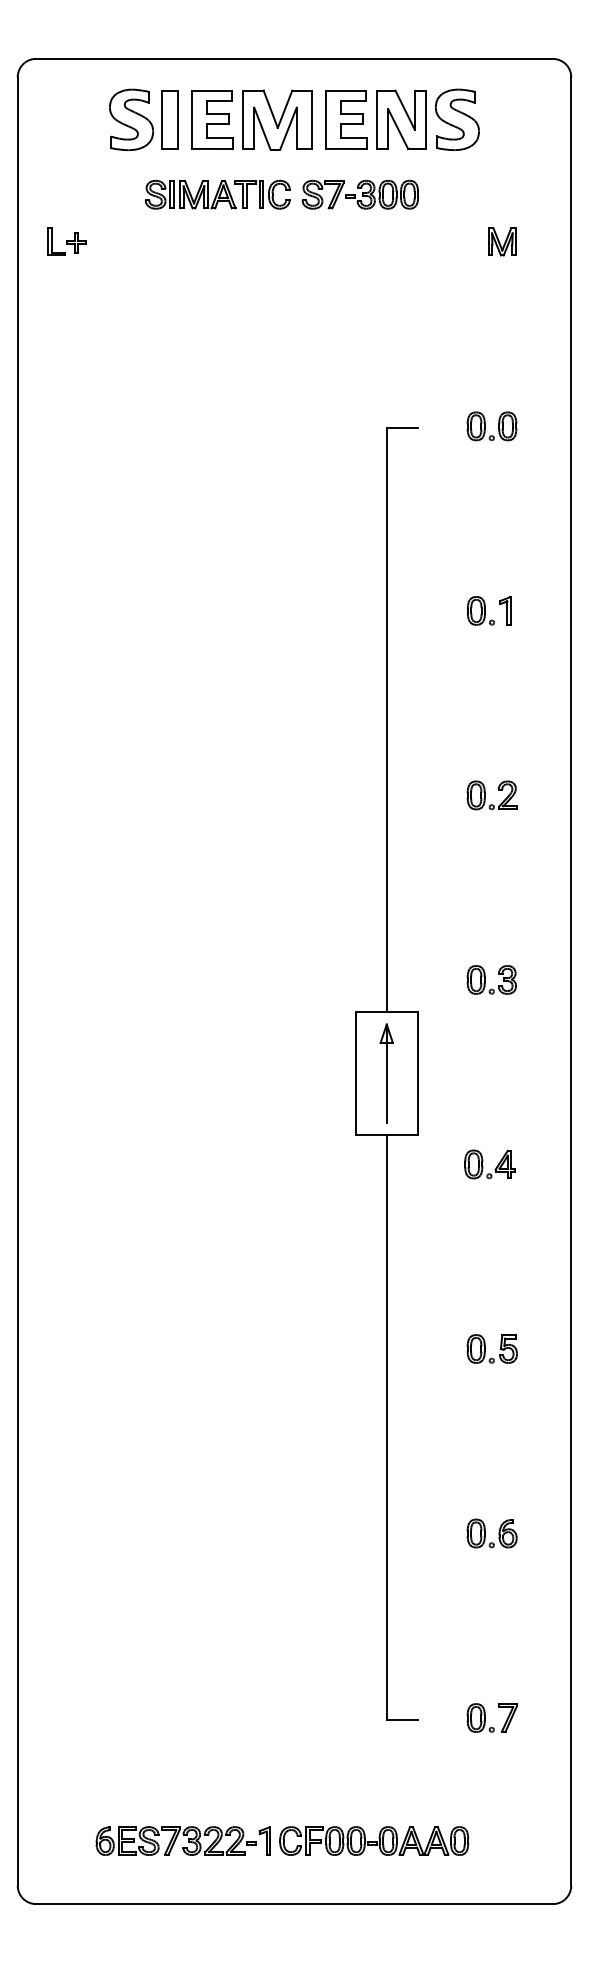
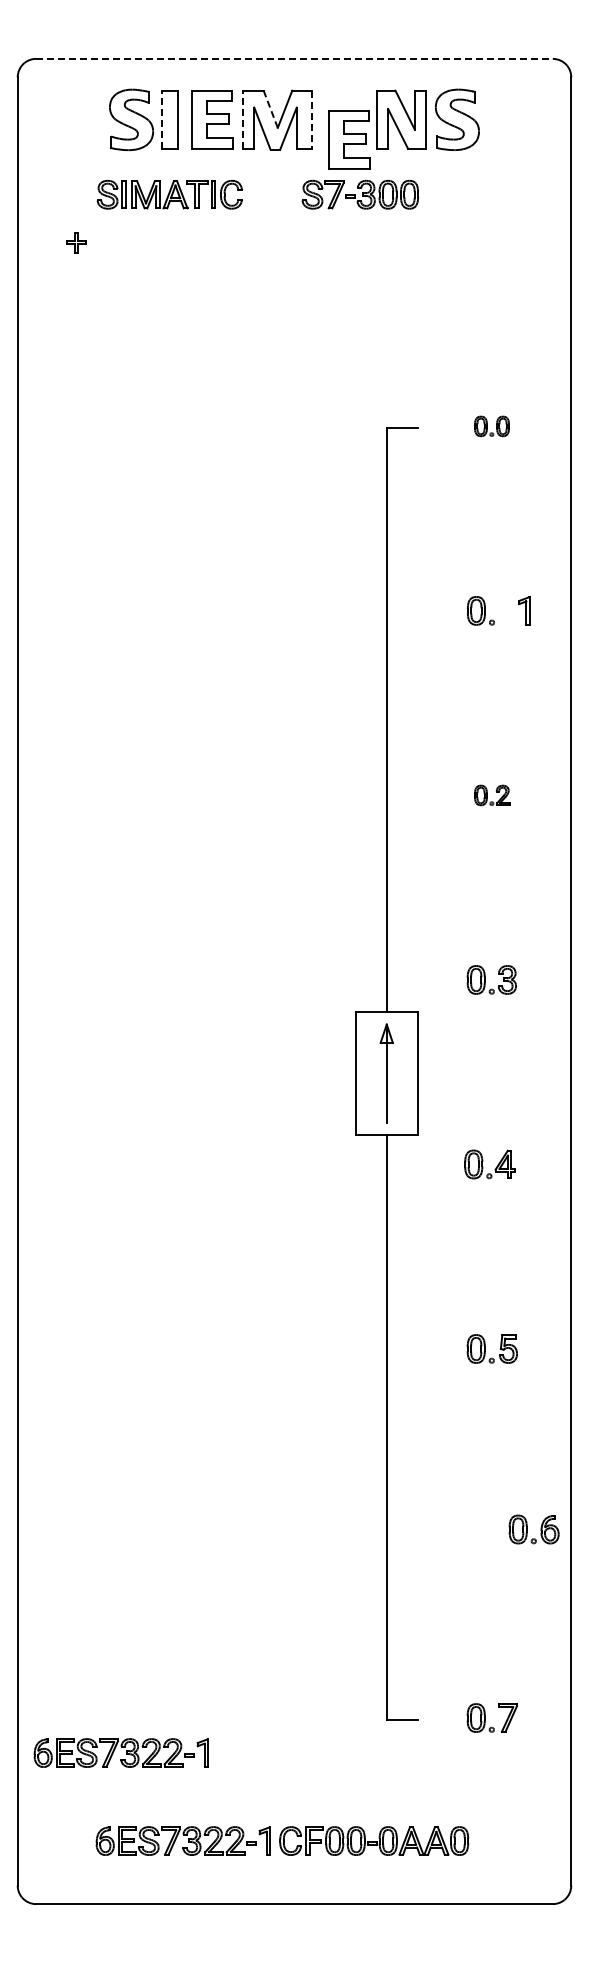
line at (294, 58): solid -> dashed
line at (270, 109): solid -> dashed
line at (162, 119): solid -> dashed
line at (243, 119): solid -> dashed
part at (346, 119) position: (346, 119) -> (349, 139)
line at (311, 120): solid -> dashed
part at (217, 194) position: (217, 194) -> (169, 194)
part at (56, 241): present -> none
part at (502, 241): present -> none
part at (491, 426) size: 52x31 px -> 36x23 px
part at (505, 610) position: (505, 610) -> (524, 610)
part at (491, 795) size: 52x31 px -> 37x23 px
part at (491, 1533) position: (491, 1533) -> (533, 1529)
part at (120, 1752): none -> present
